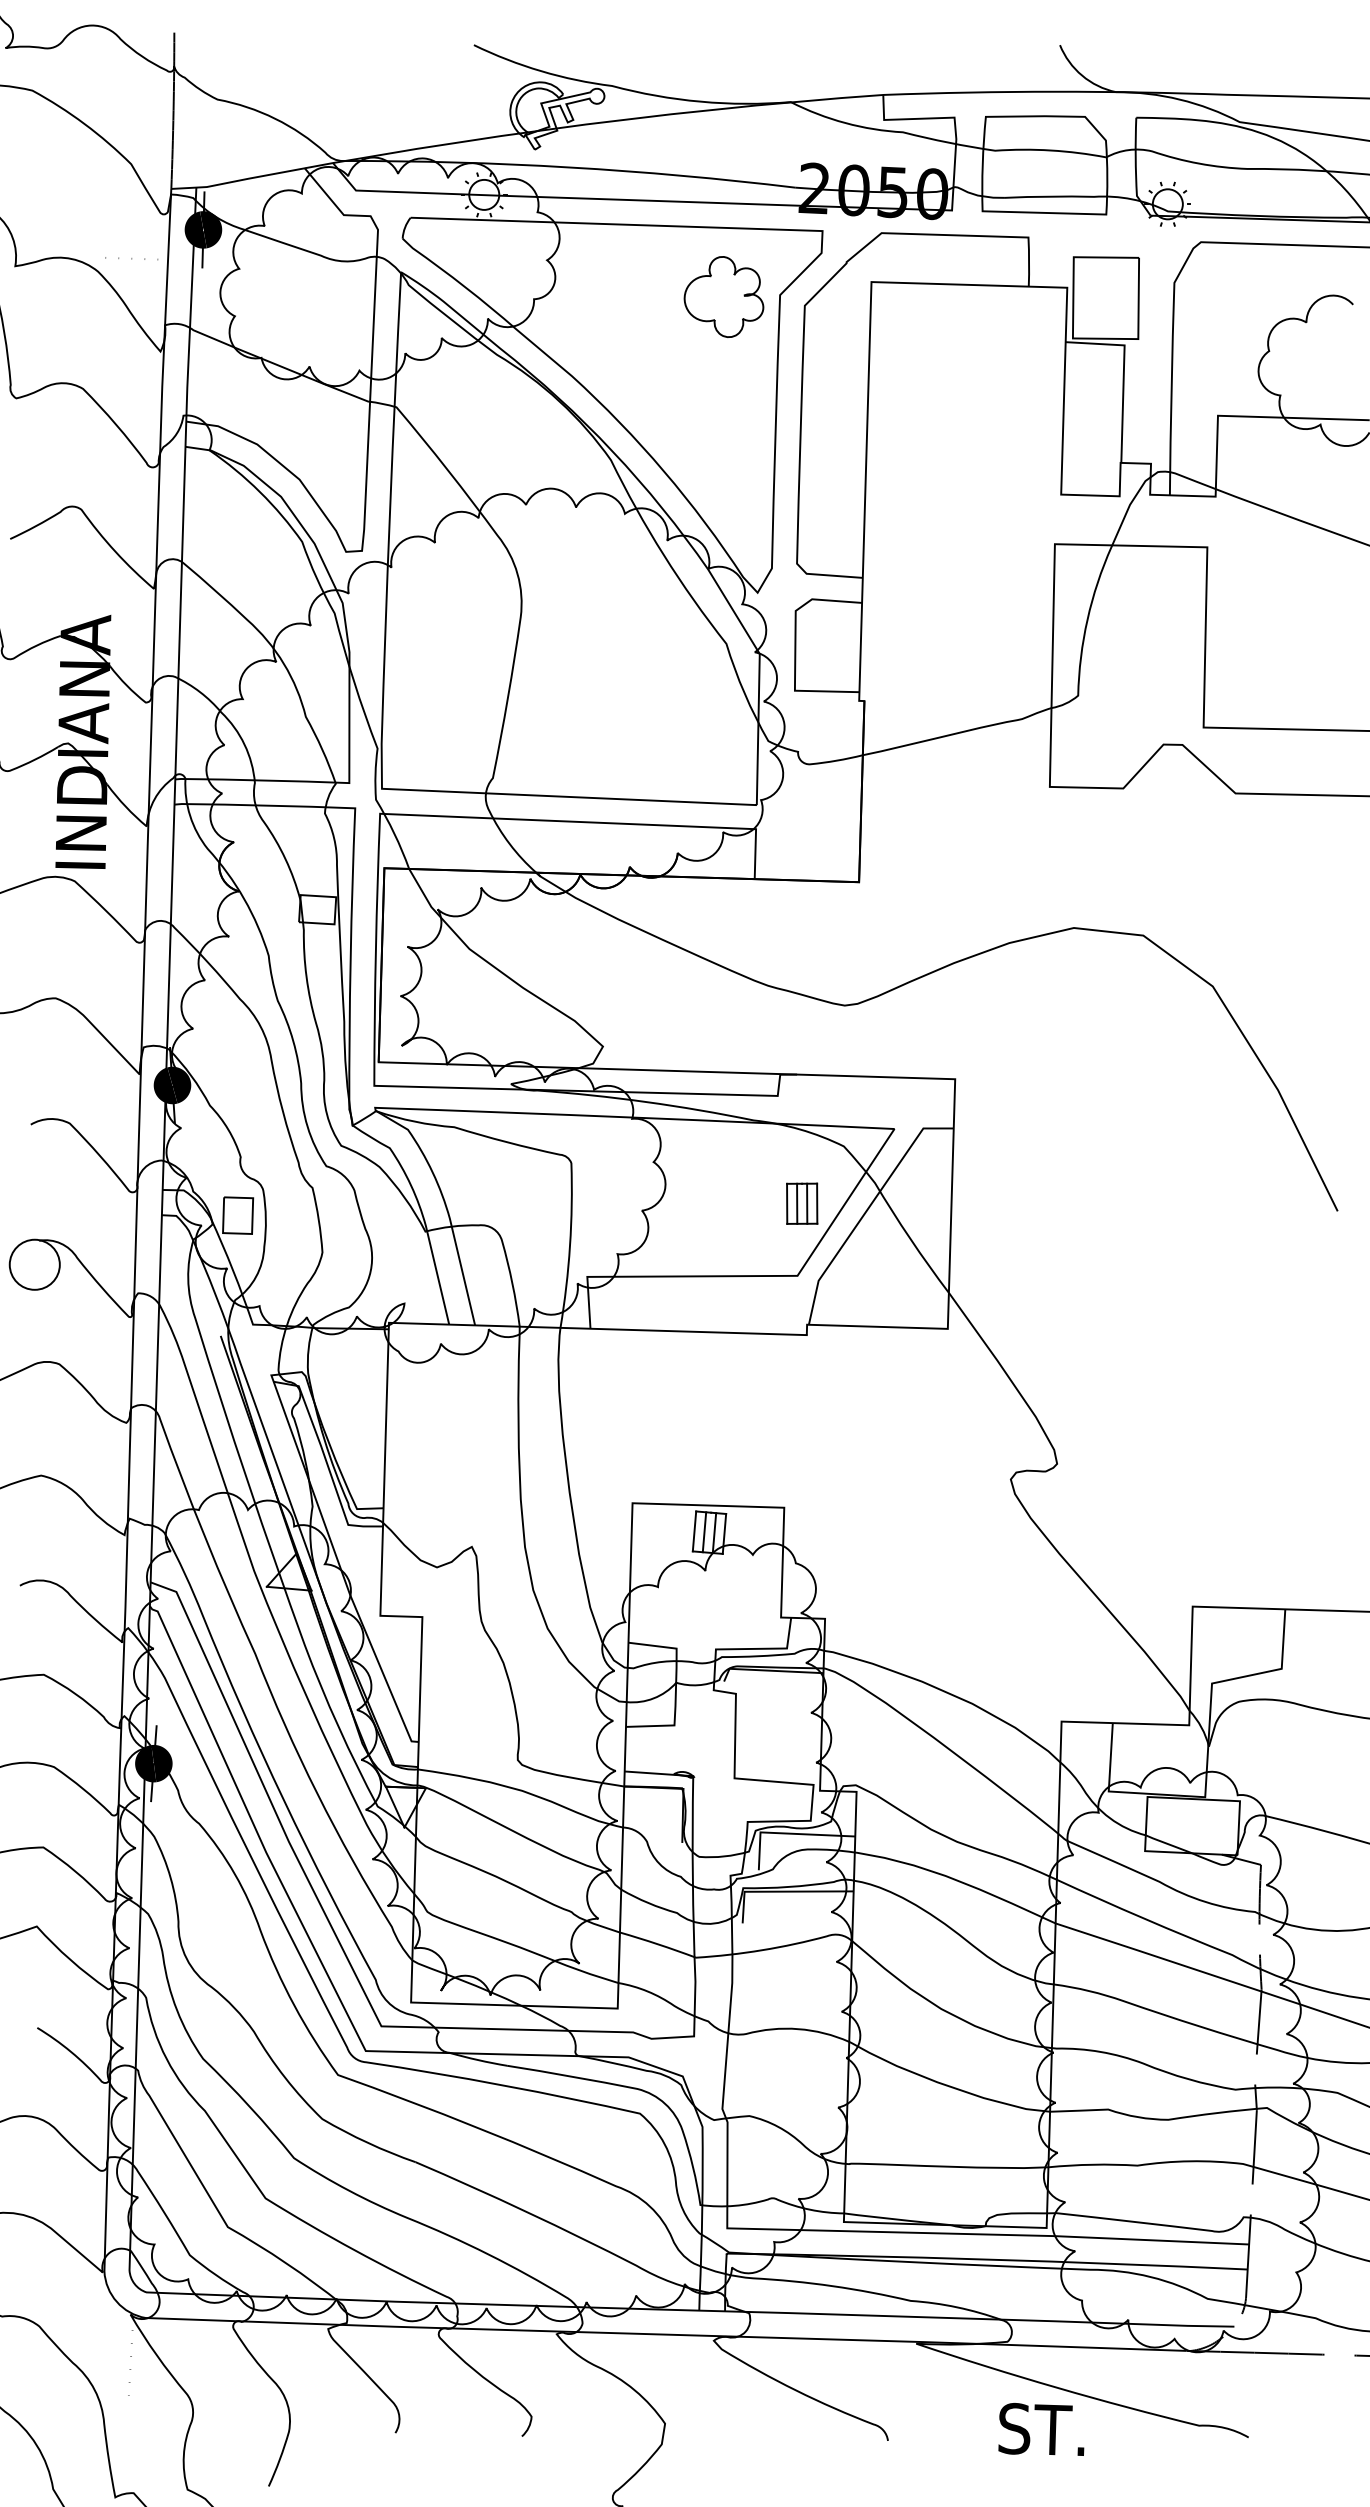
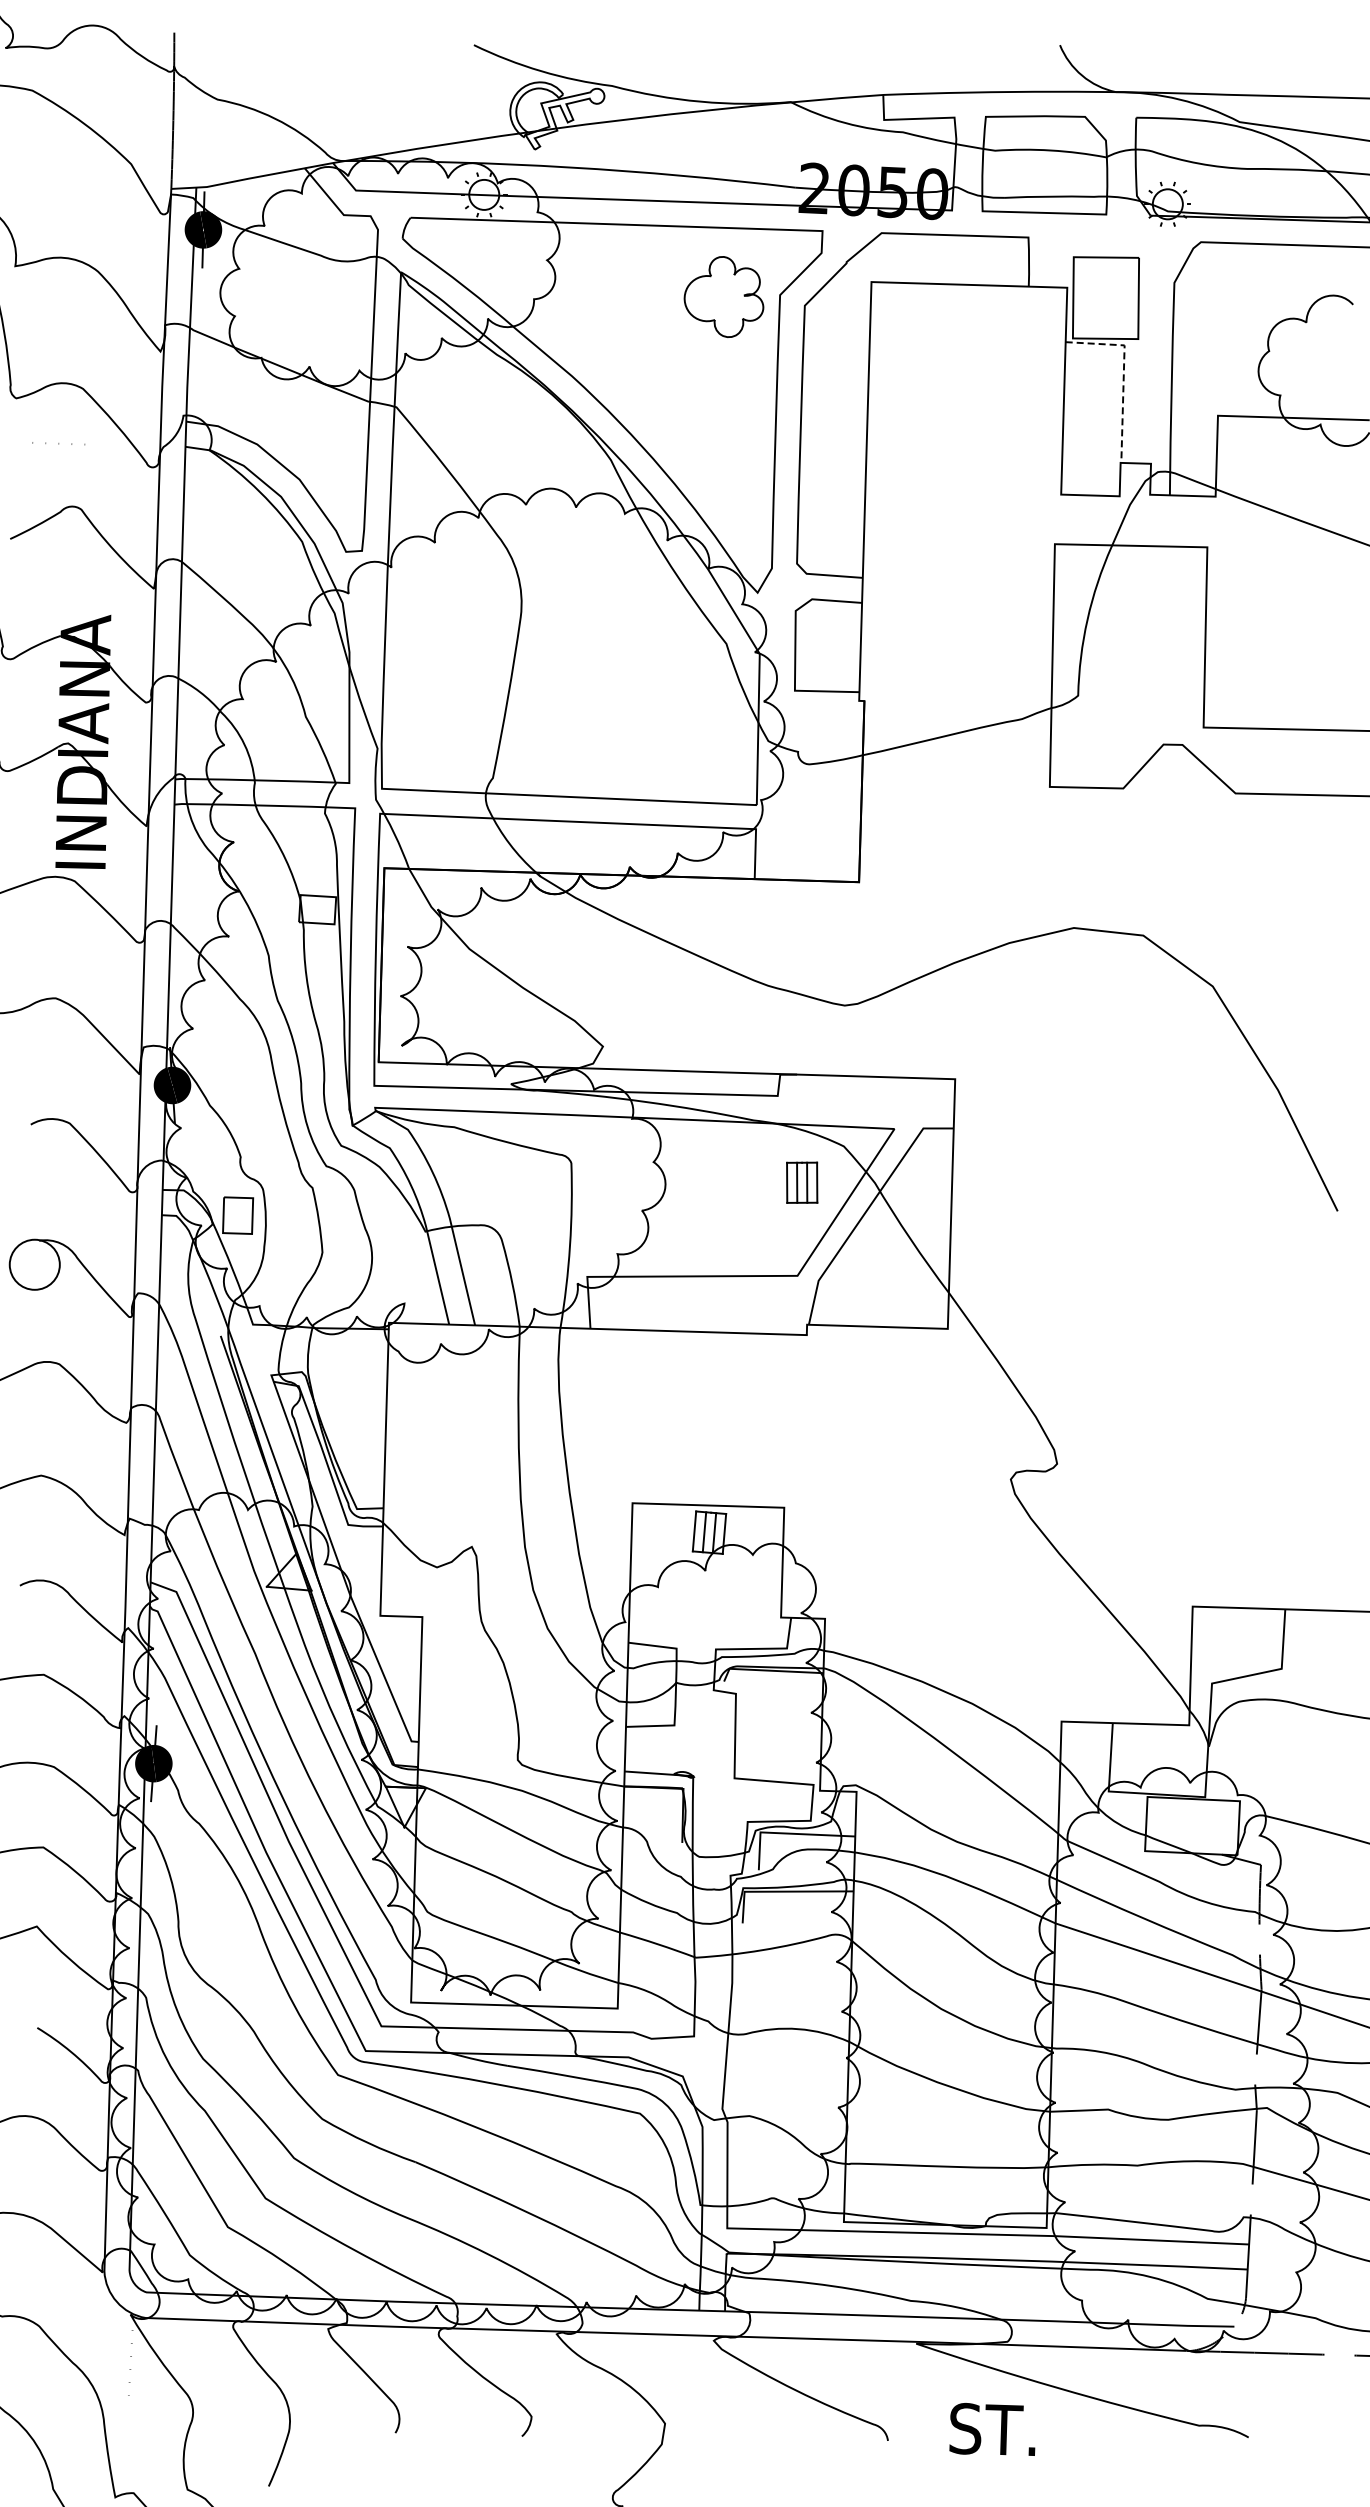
line at (131, 258) position: (131, 258) -> (58, 443)
line at (1123, 374): solid -> dashed
part at (802, 1203) position: (802, 1203) -> (802, 1182)
text at (1041, 2429) position: (1041, 2429) -> (992, 2429)
